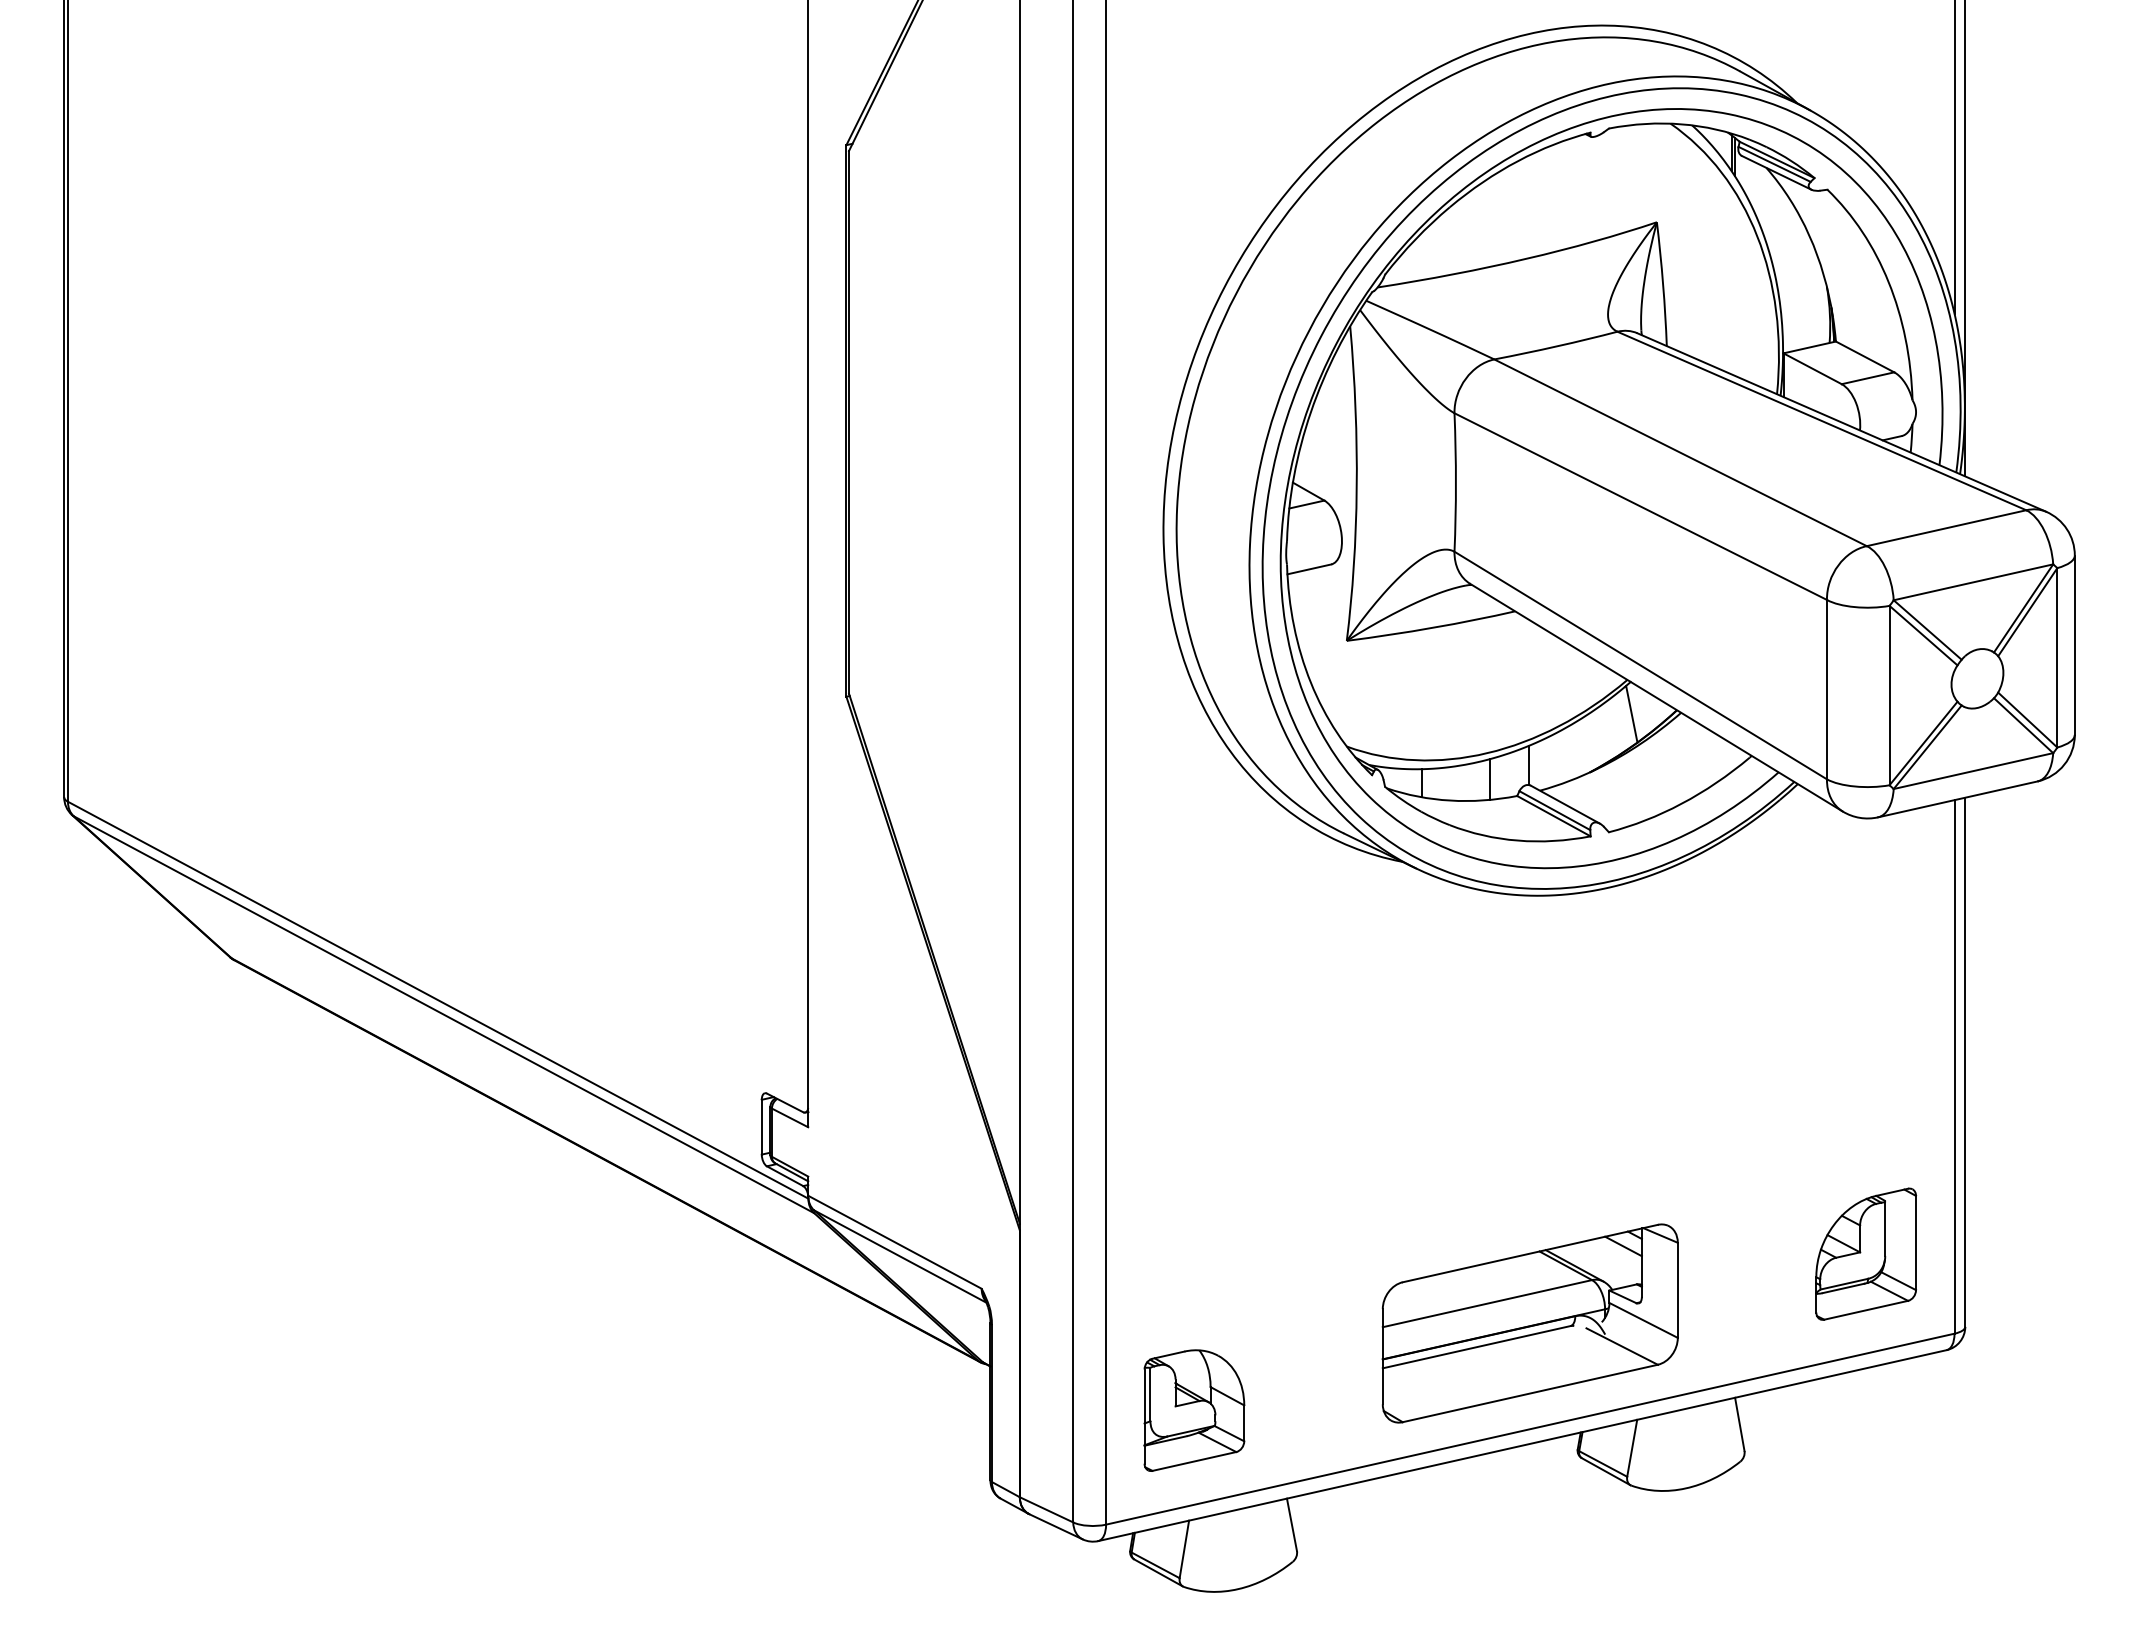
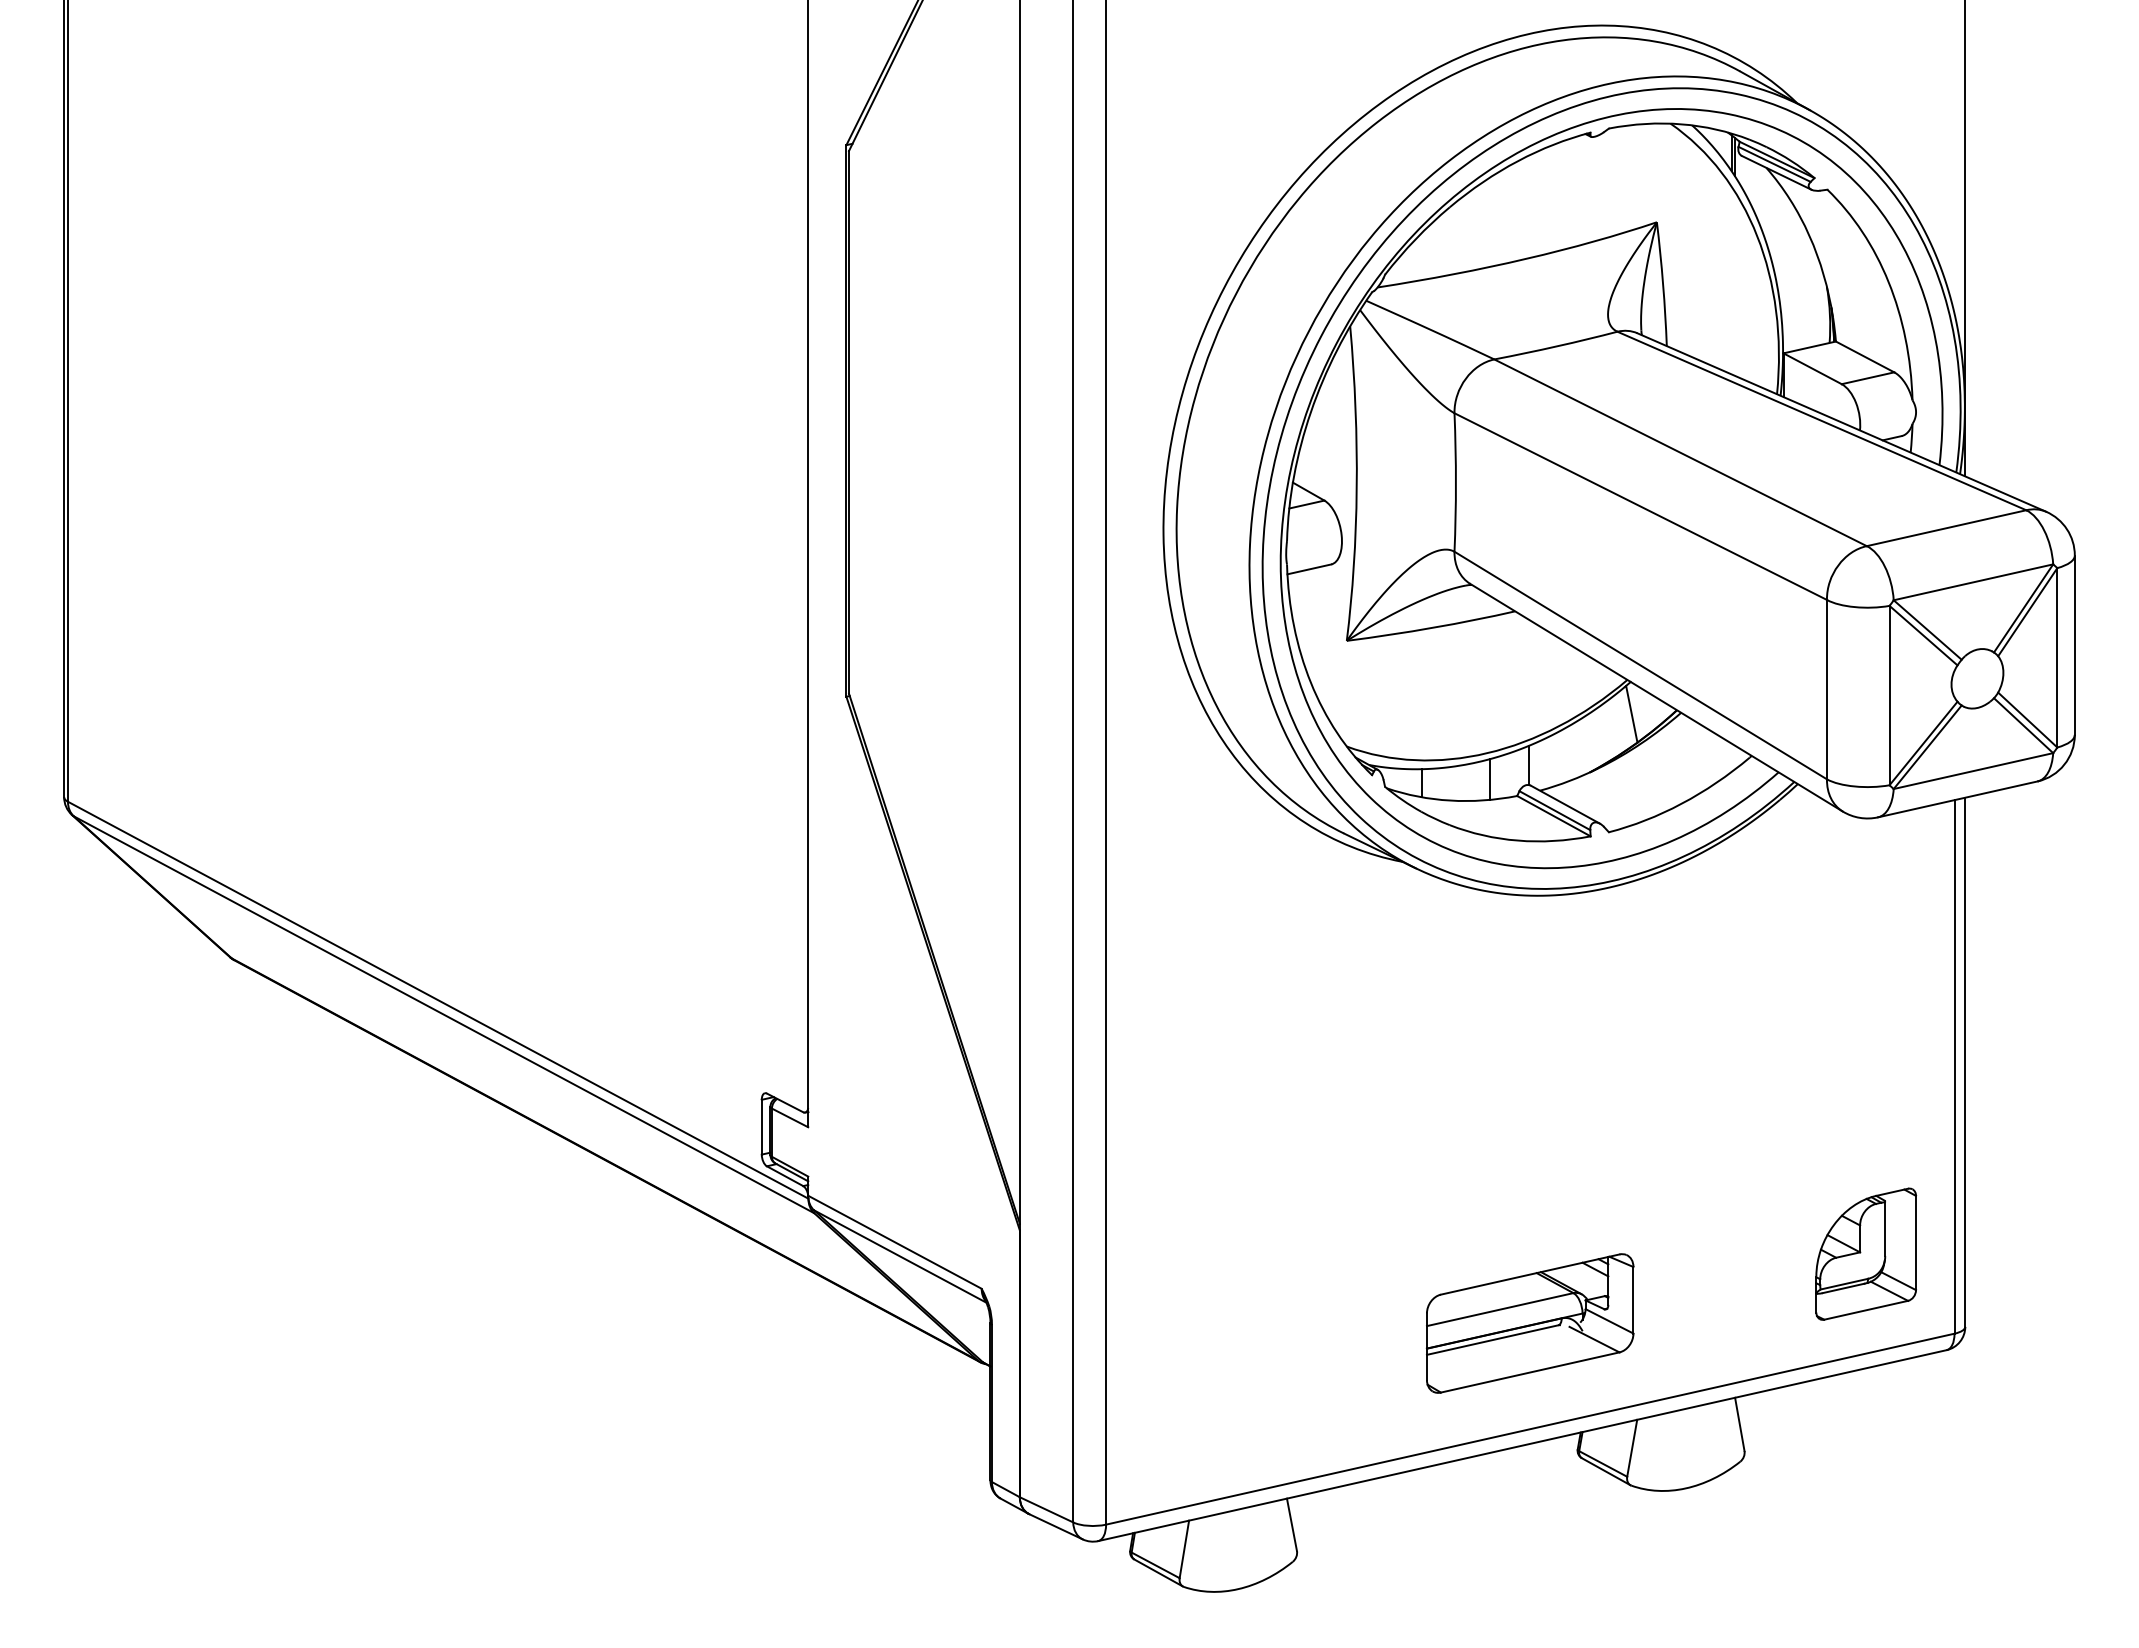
line at (1954, 157): present -> none
part at (1529, 1323) size: 298x201 px -> 210x141 px
part at (1194, 1410): present -> none
